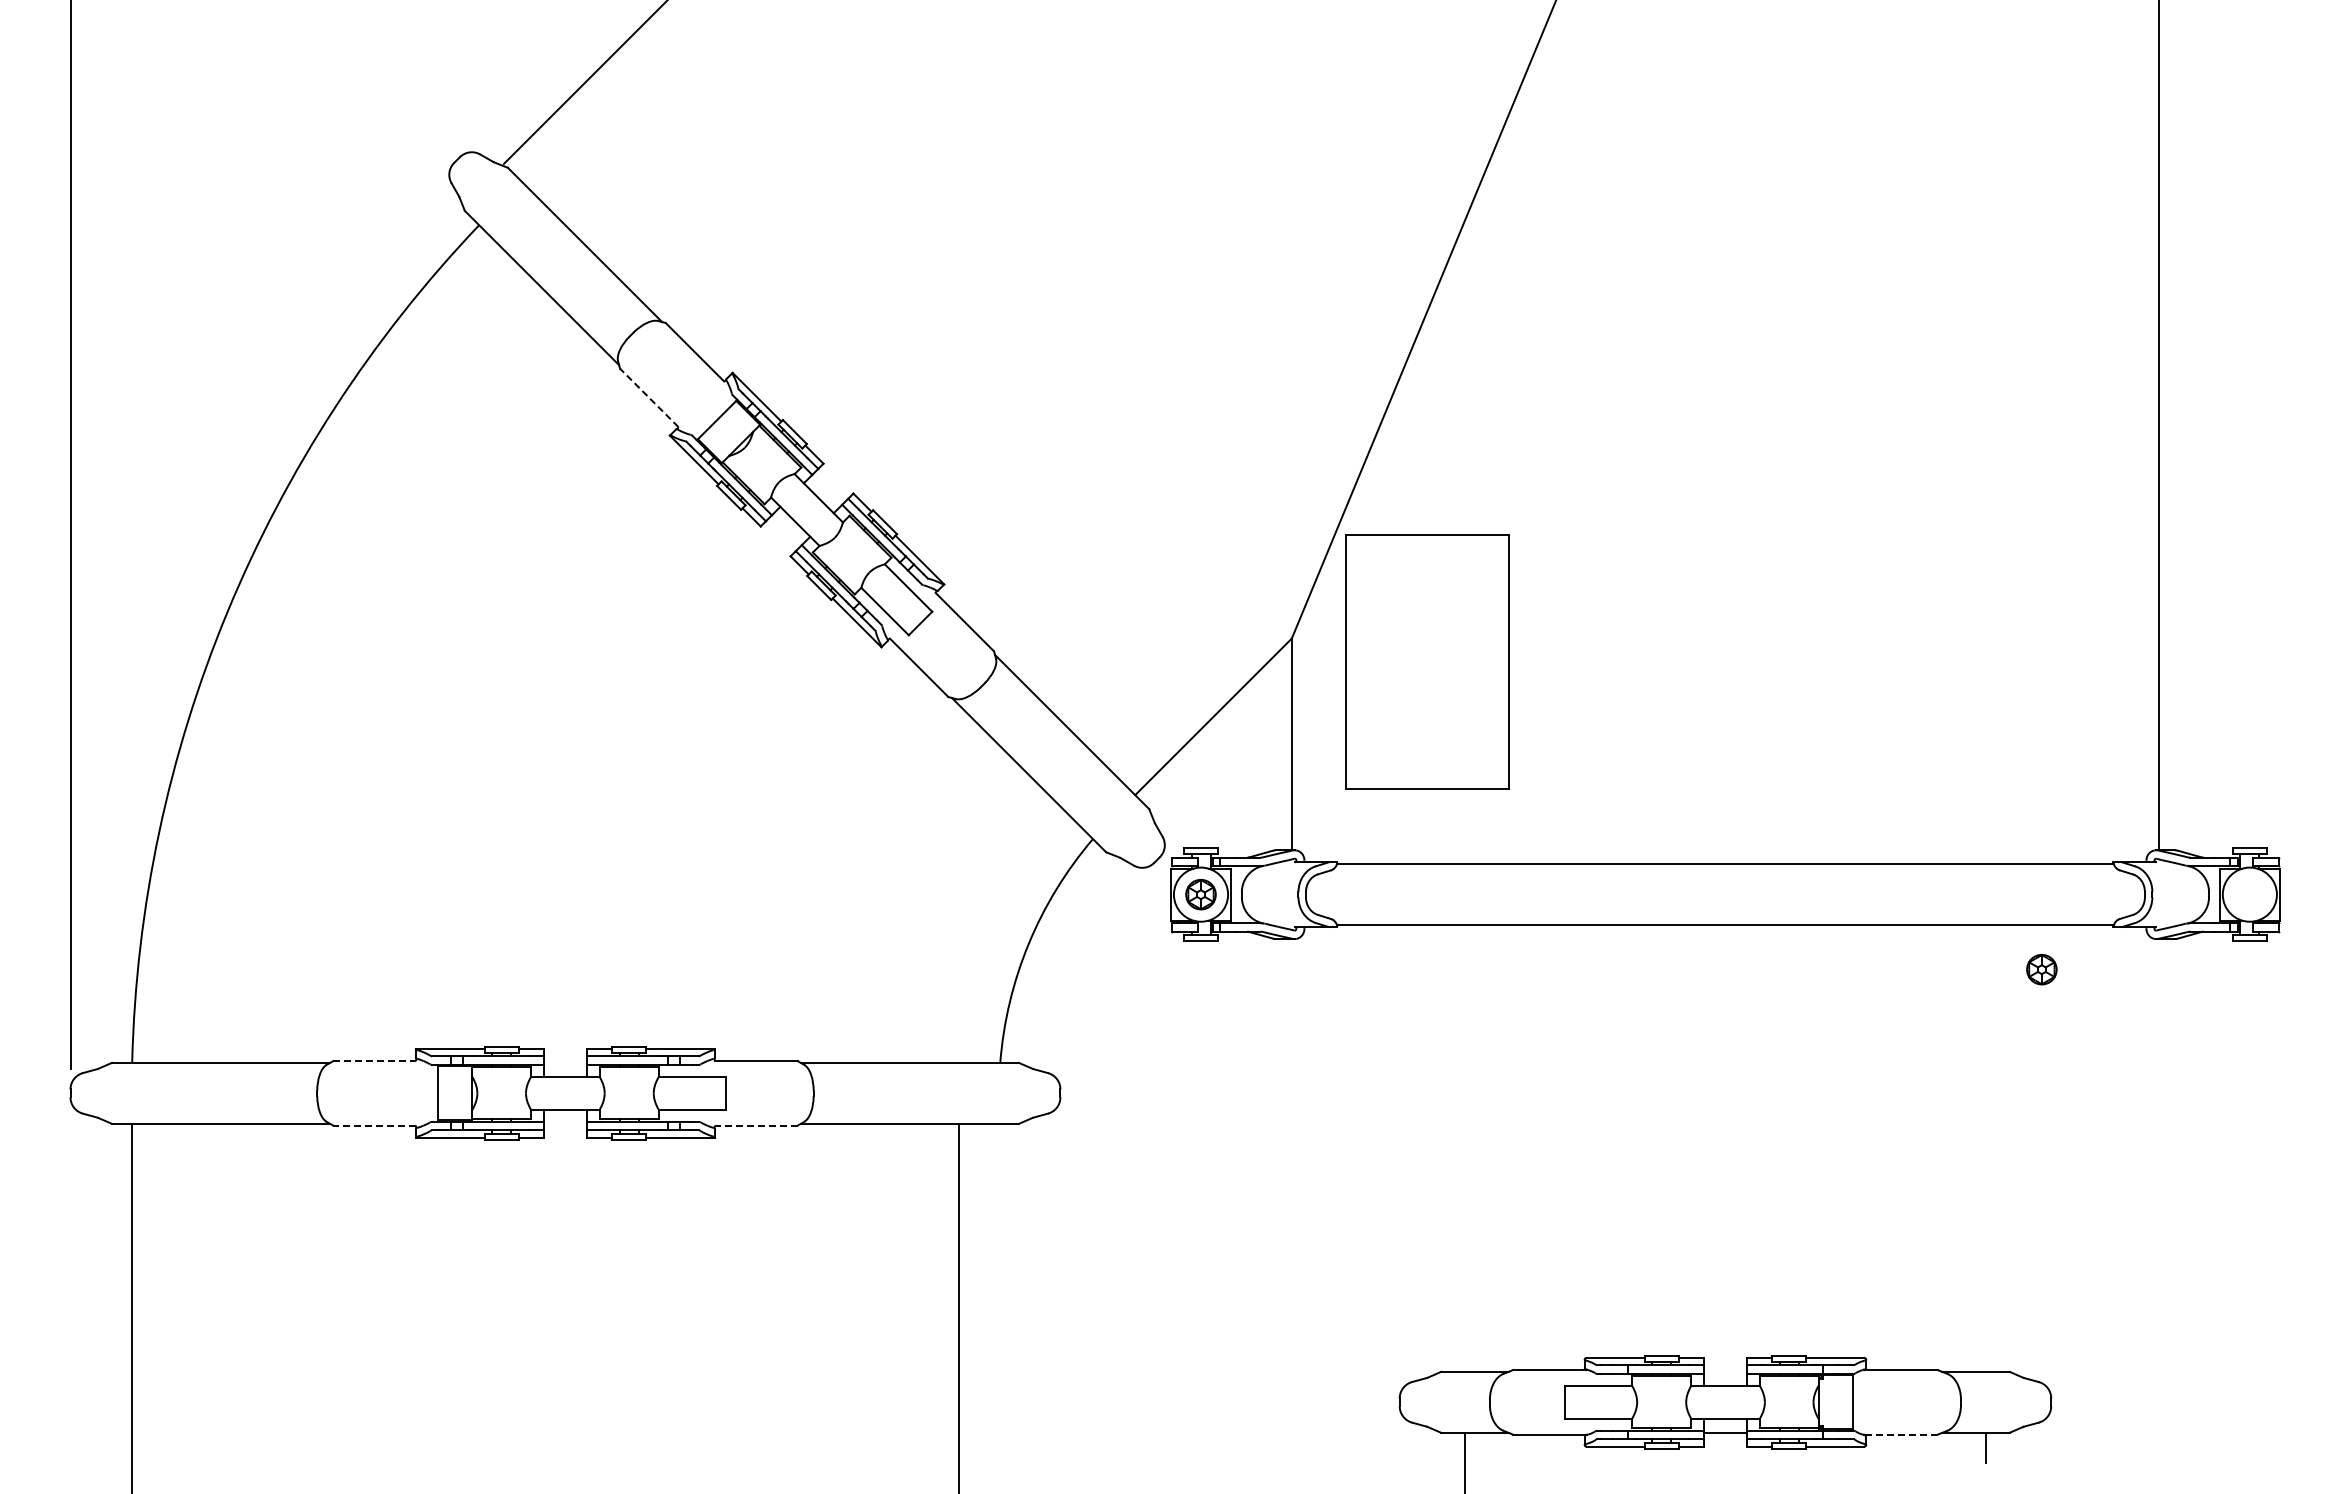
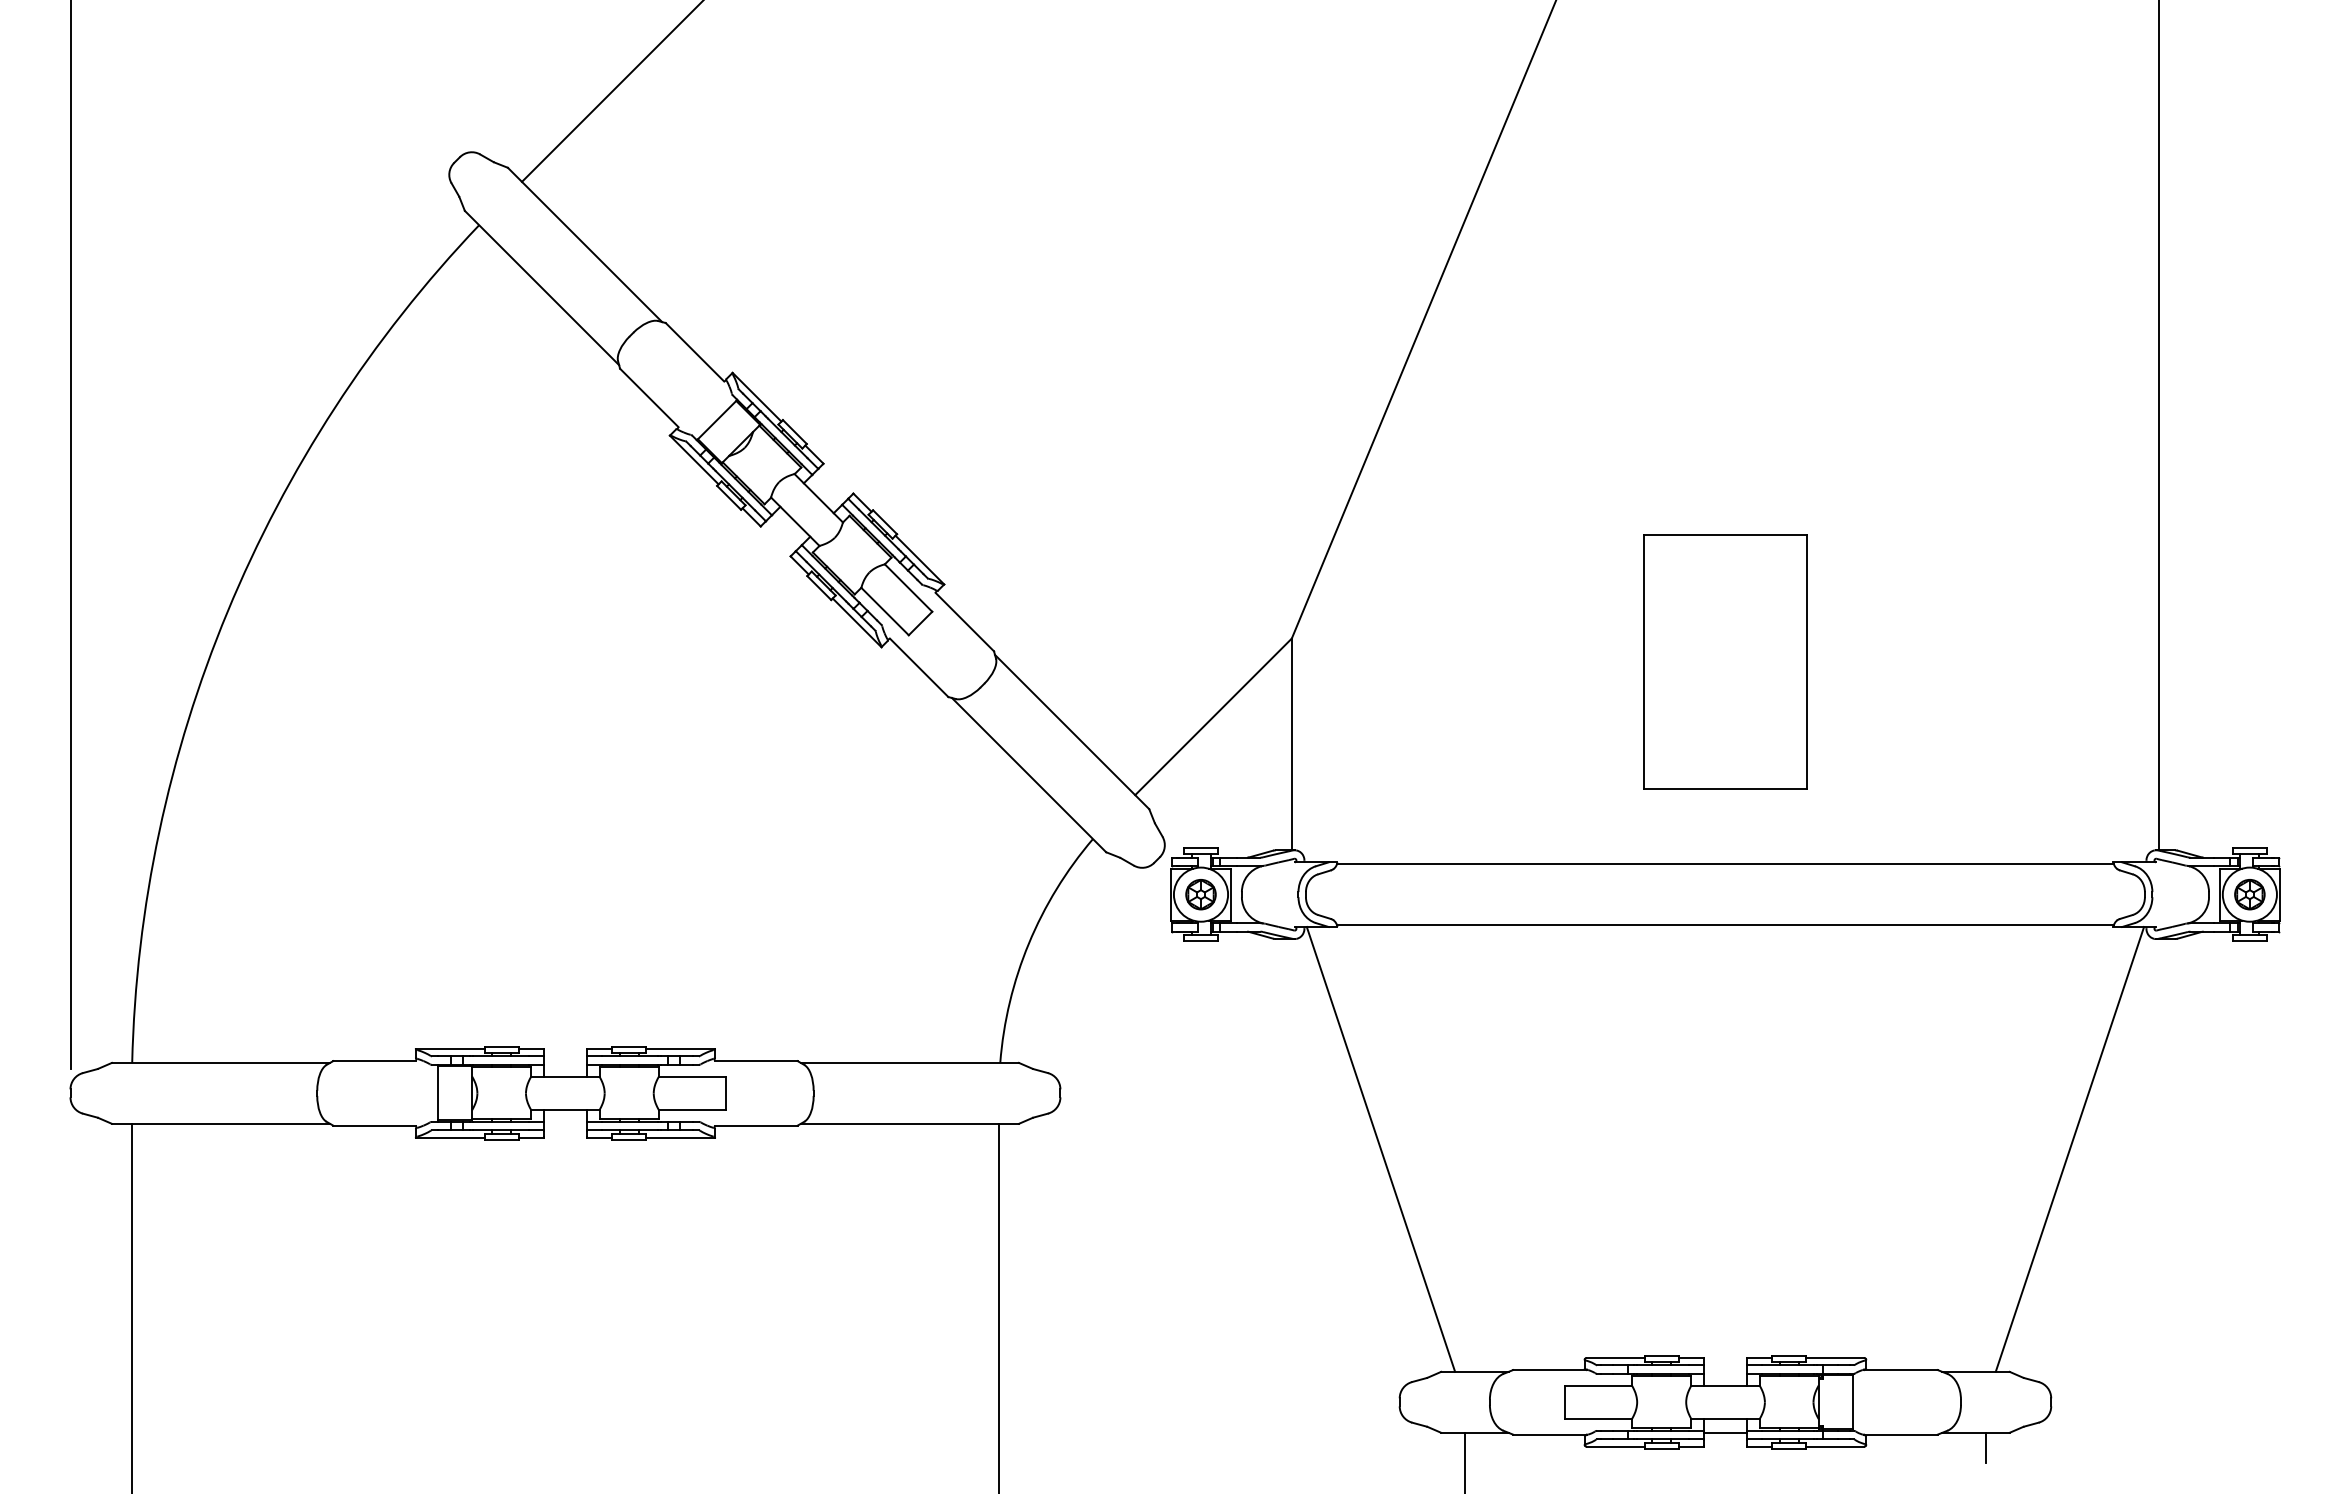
line at (584, 82) position: (584, 82) -> (611, 91)
line at (648, 397): dashed -> solid
part at (1427, 661) position: (1427, 661) -> (1725, 661)
part at (2041, 969) position: (2041, 969) -> (2249, 894)
line at (375, 1061): dashed -> solid
line at (374, 1125): dashed -> solid
line at (755, 1125): dashed -> solid
line at (1380, 1148): none -> present
line at (2069, 1148): none -> present
line at (959, 1306) position: (959, 1306) -> (999, 1306)
line at (1900, 1434): dashed -> solid
